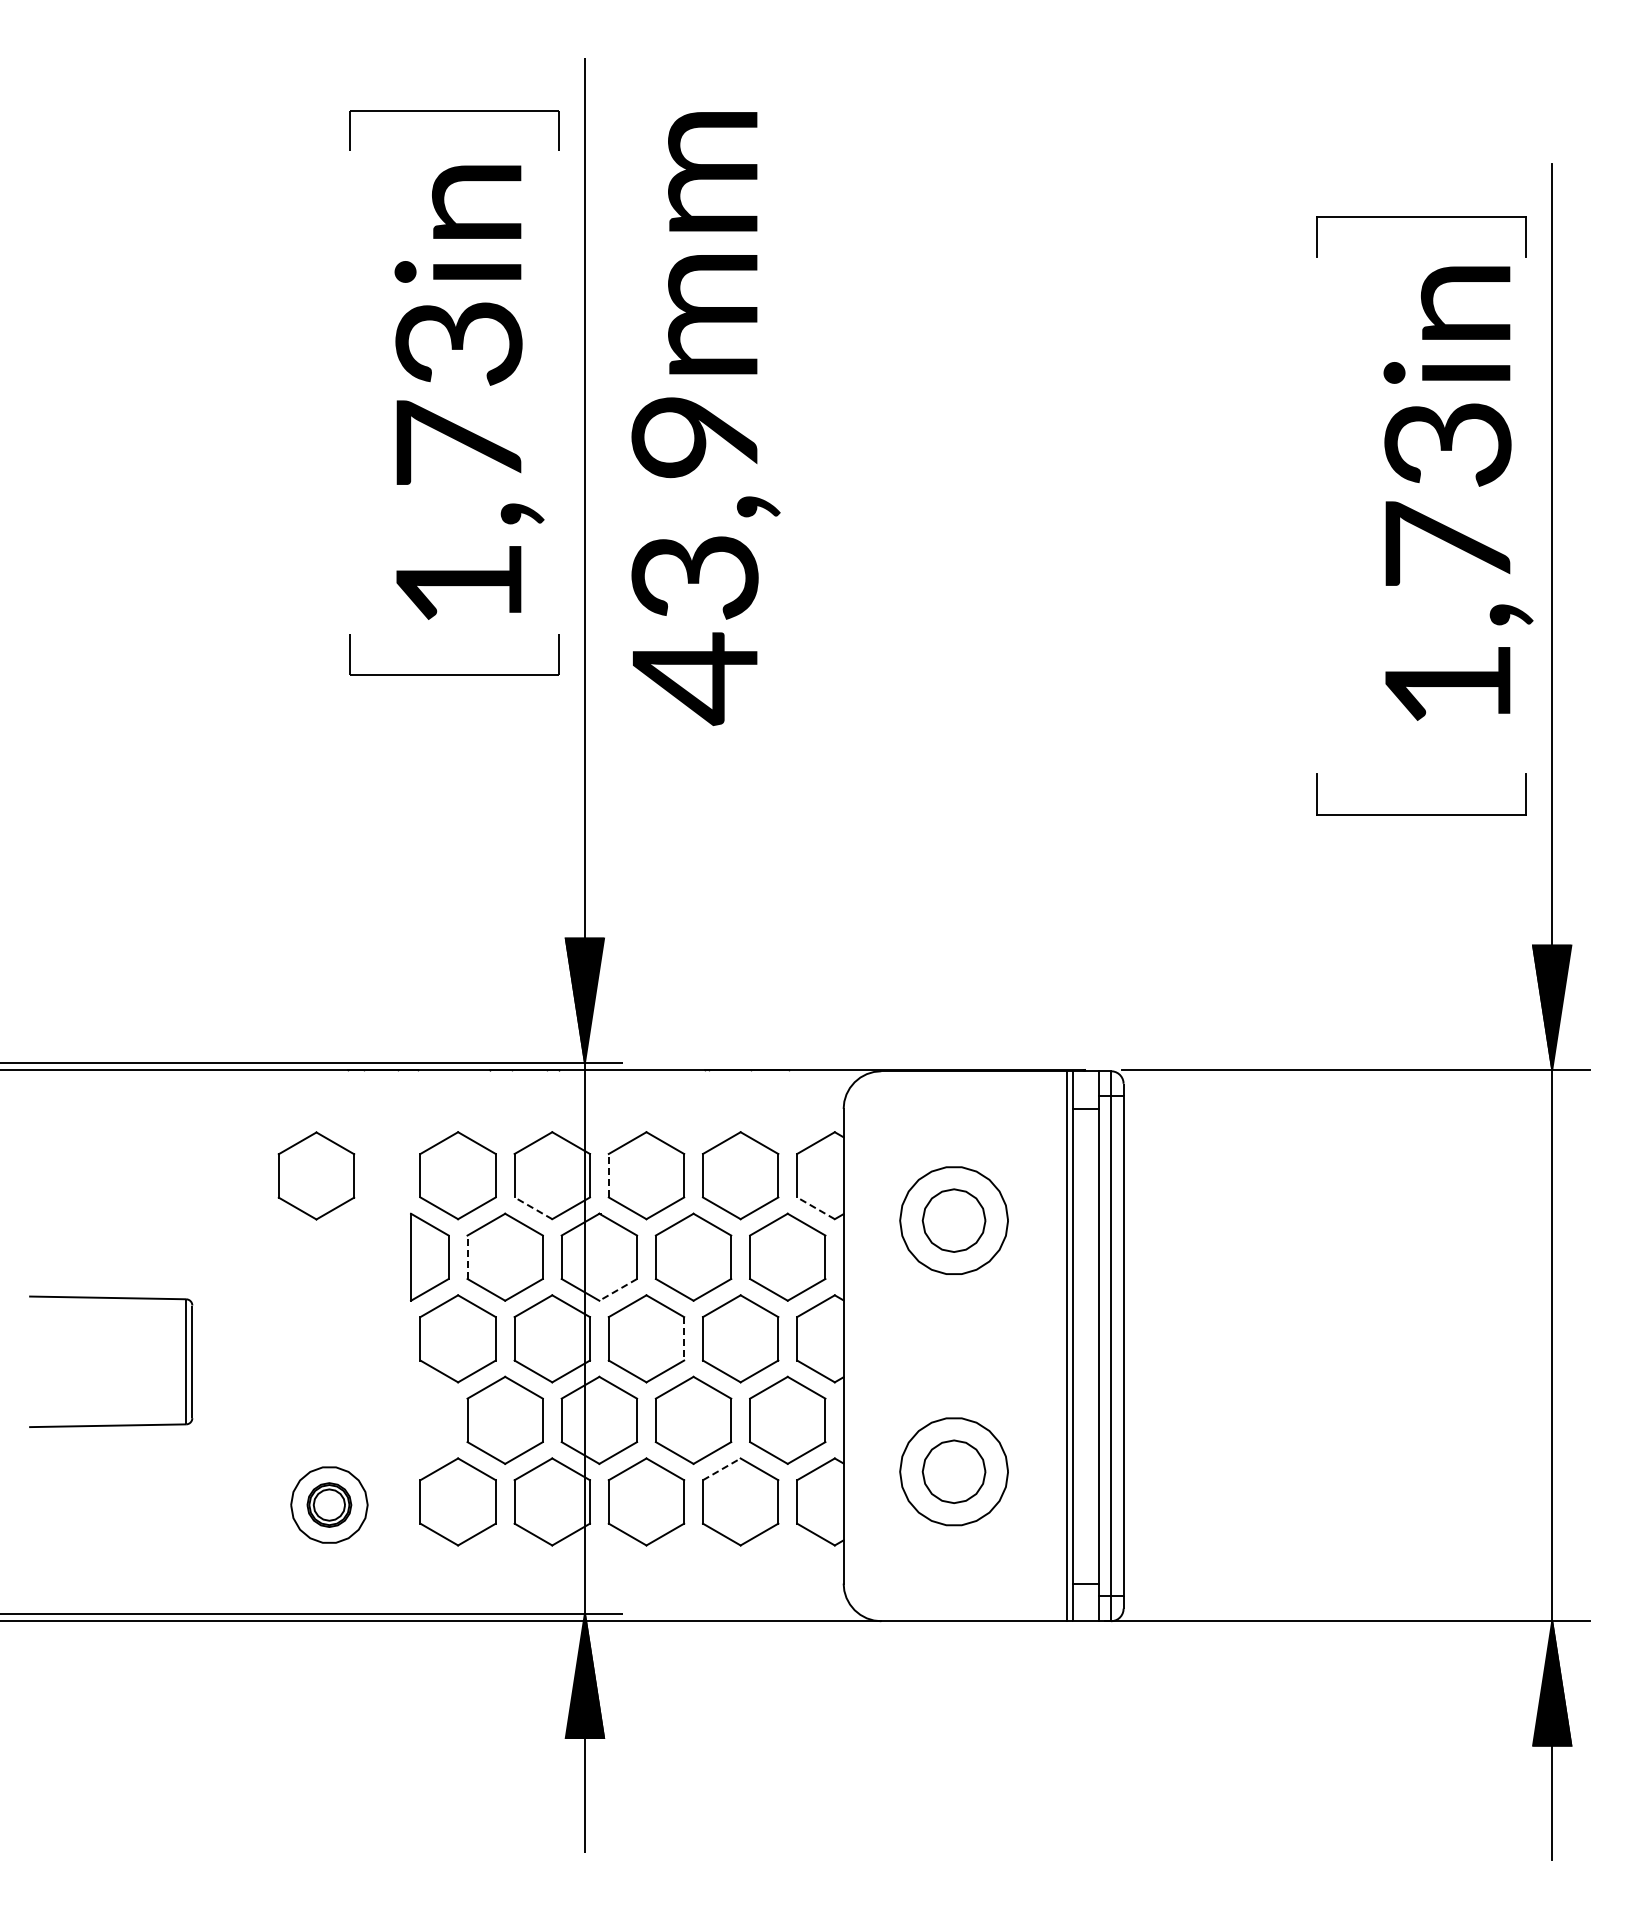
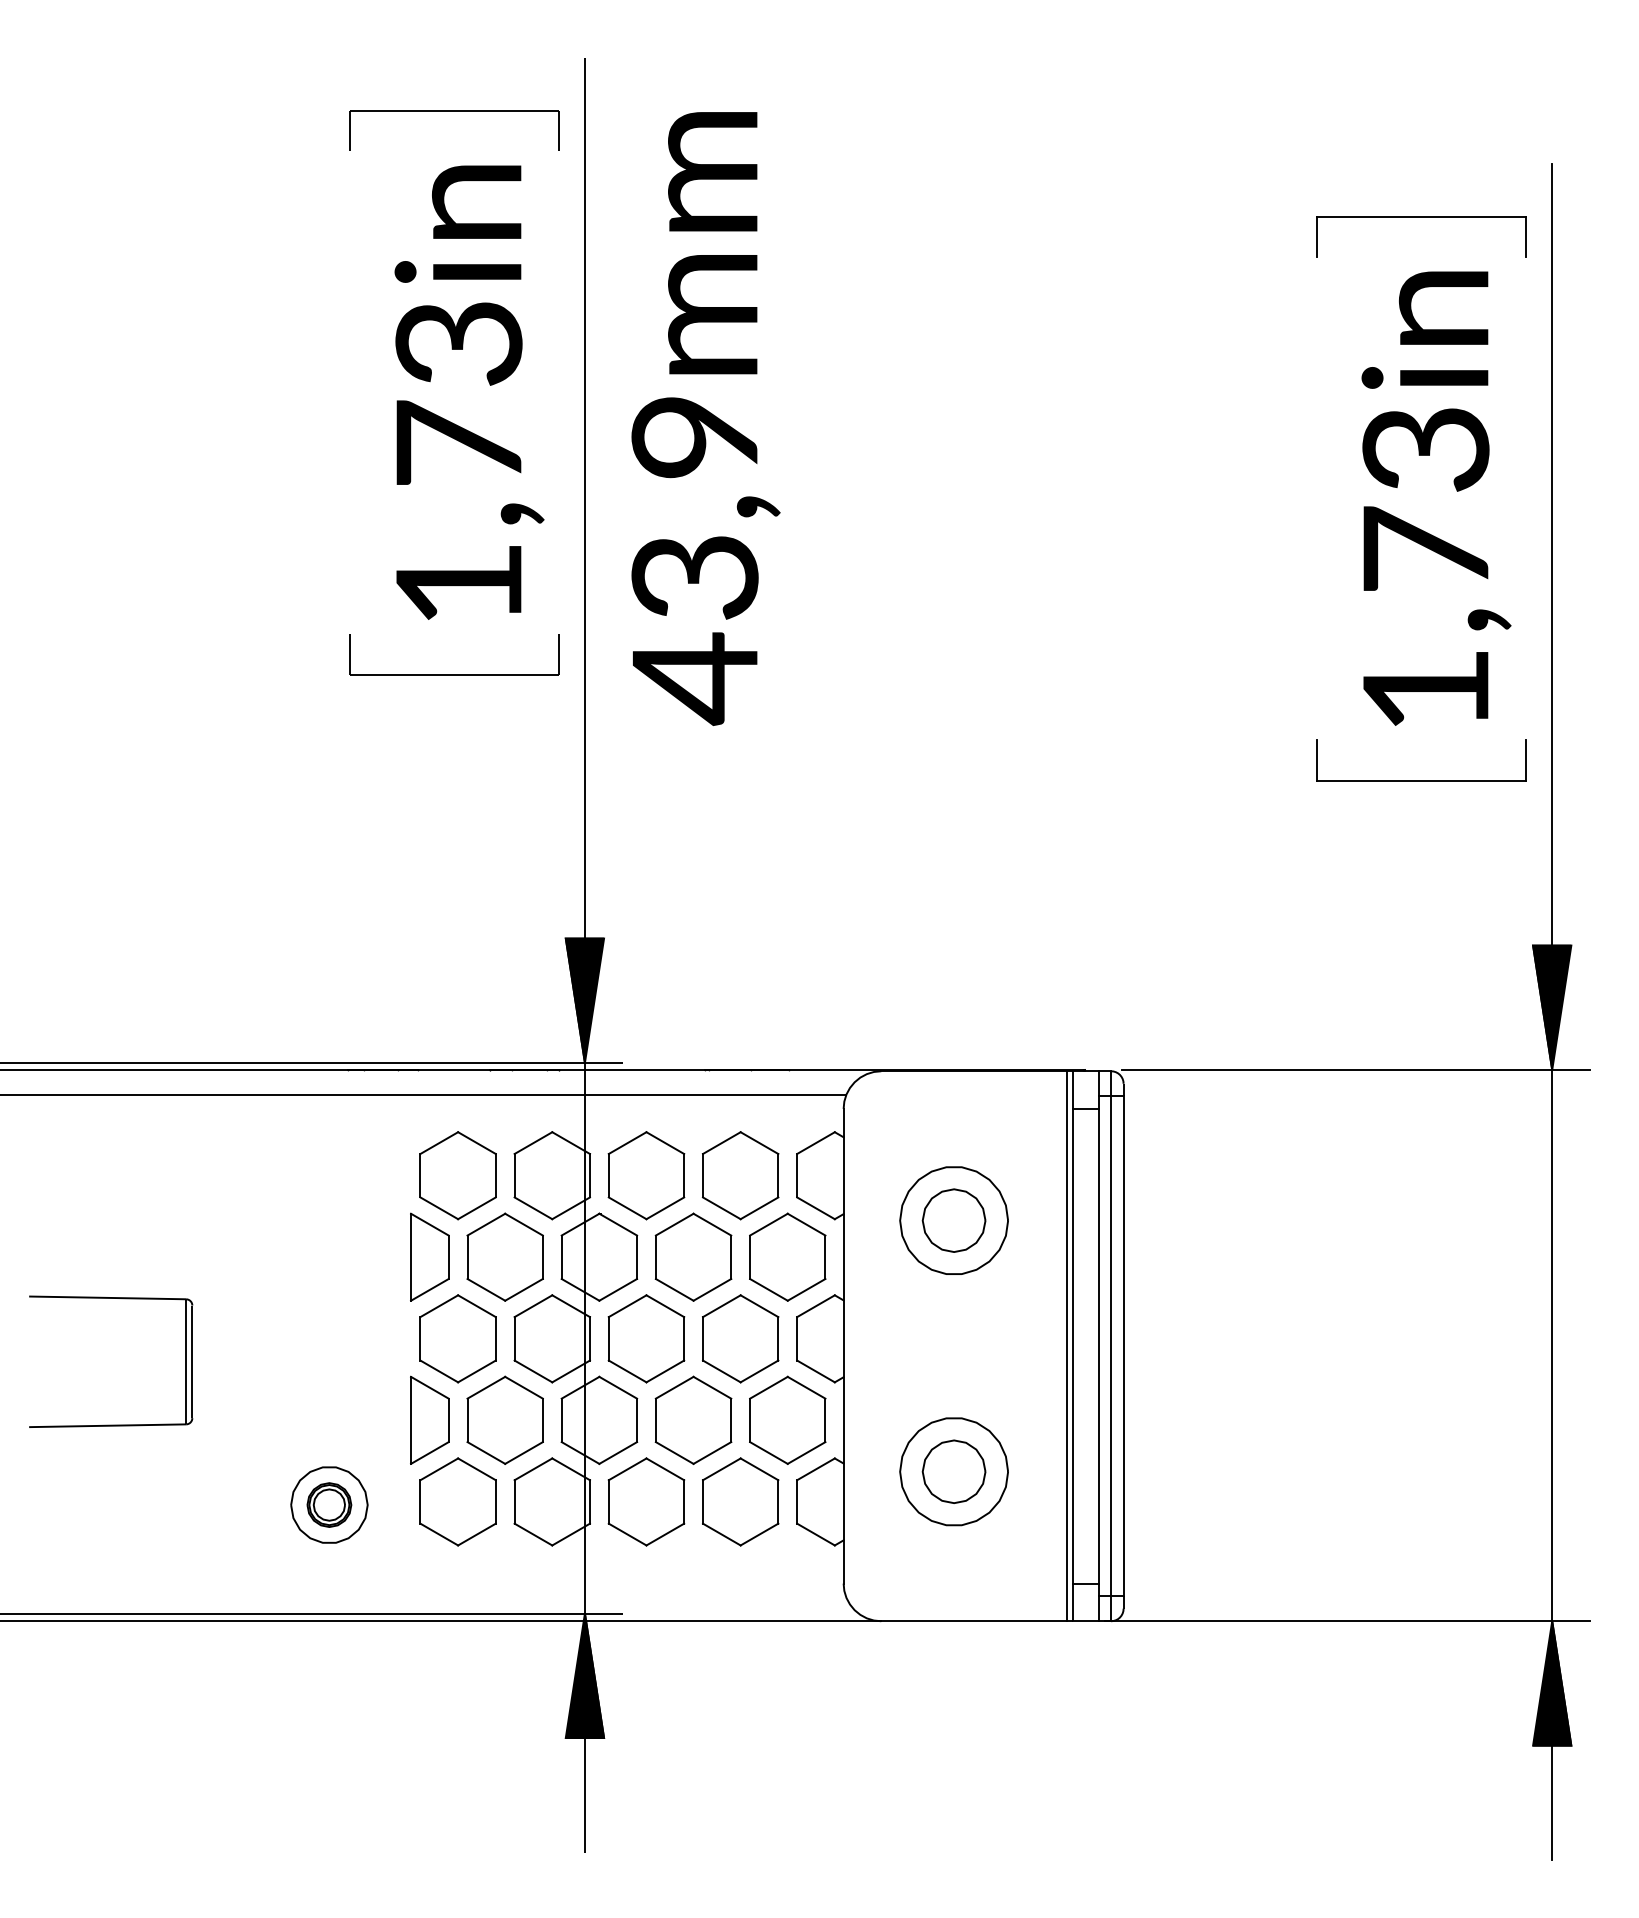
text at (1458, 493) position: (1458, 493) -> (1436, 498)
part at (1421, 814) position: (1421, 814) -> (1421, 780)
line at (424, 1095): none -> present
part at (316, 1175): present -> none
line at (608, 1175): dashed -> solid
line at (533, 1208): dashed -> solid
line at (816, 1208): dashed -> solid
line at (467, 1257): dashed -> solid
line at (618, 1289): dashed -> solid
line at (684, 1338): dashed -> solid
part at (429, 1419): none -> present
line at (721, 1469): dashed -> solid
